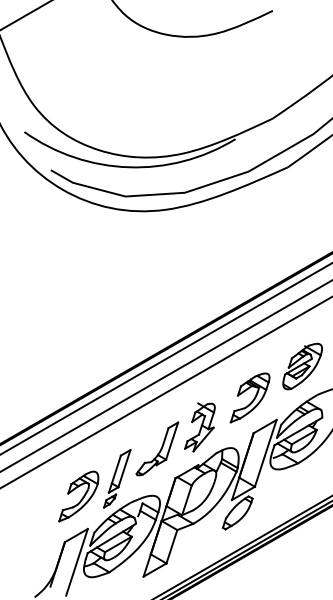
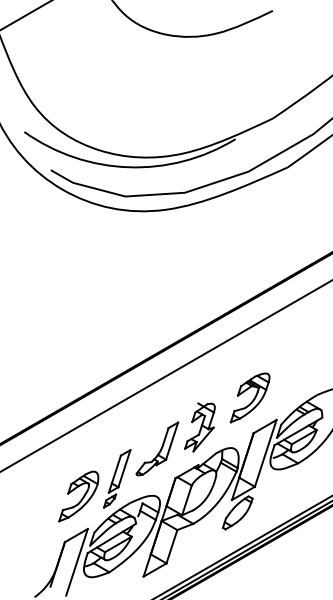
line at (165, 358): present -> none
part at (302, 366): present -> none
line at (165, 392): present -> none
